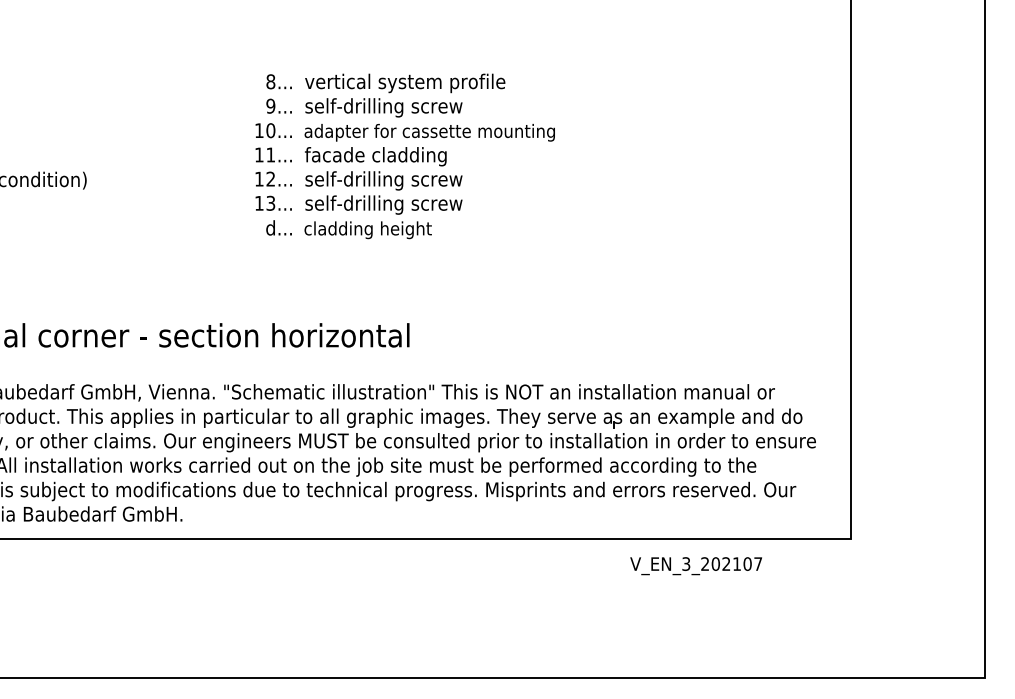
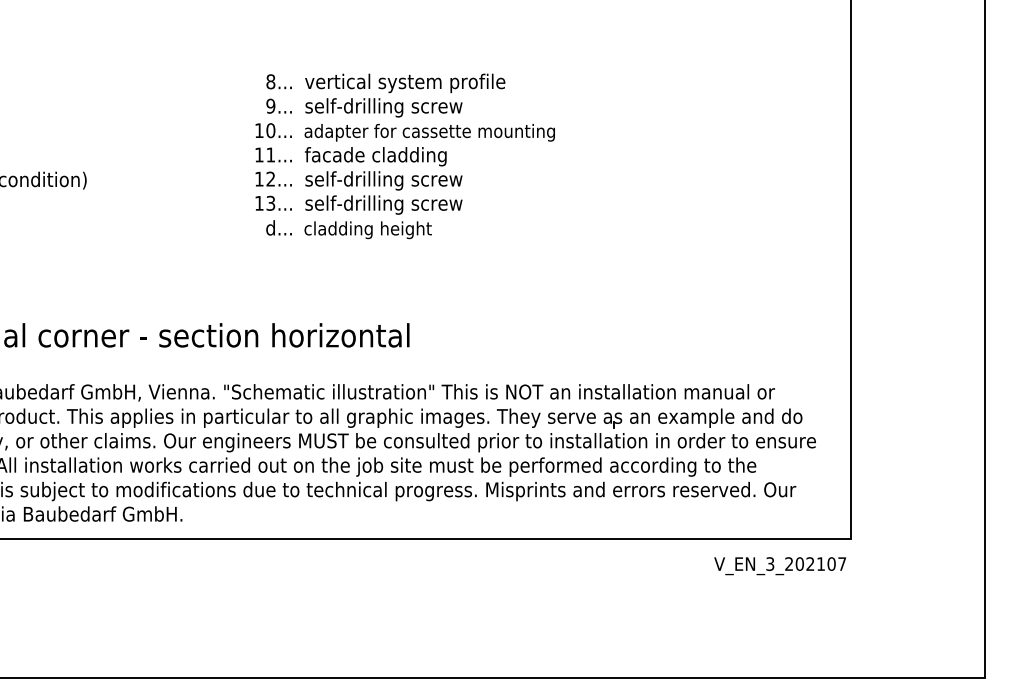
text at (695, 566) position: (695, 566) -> (779, 566)
